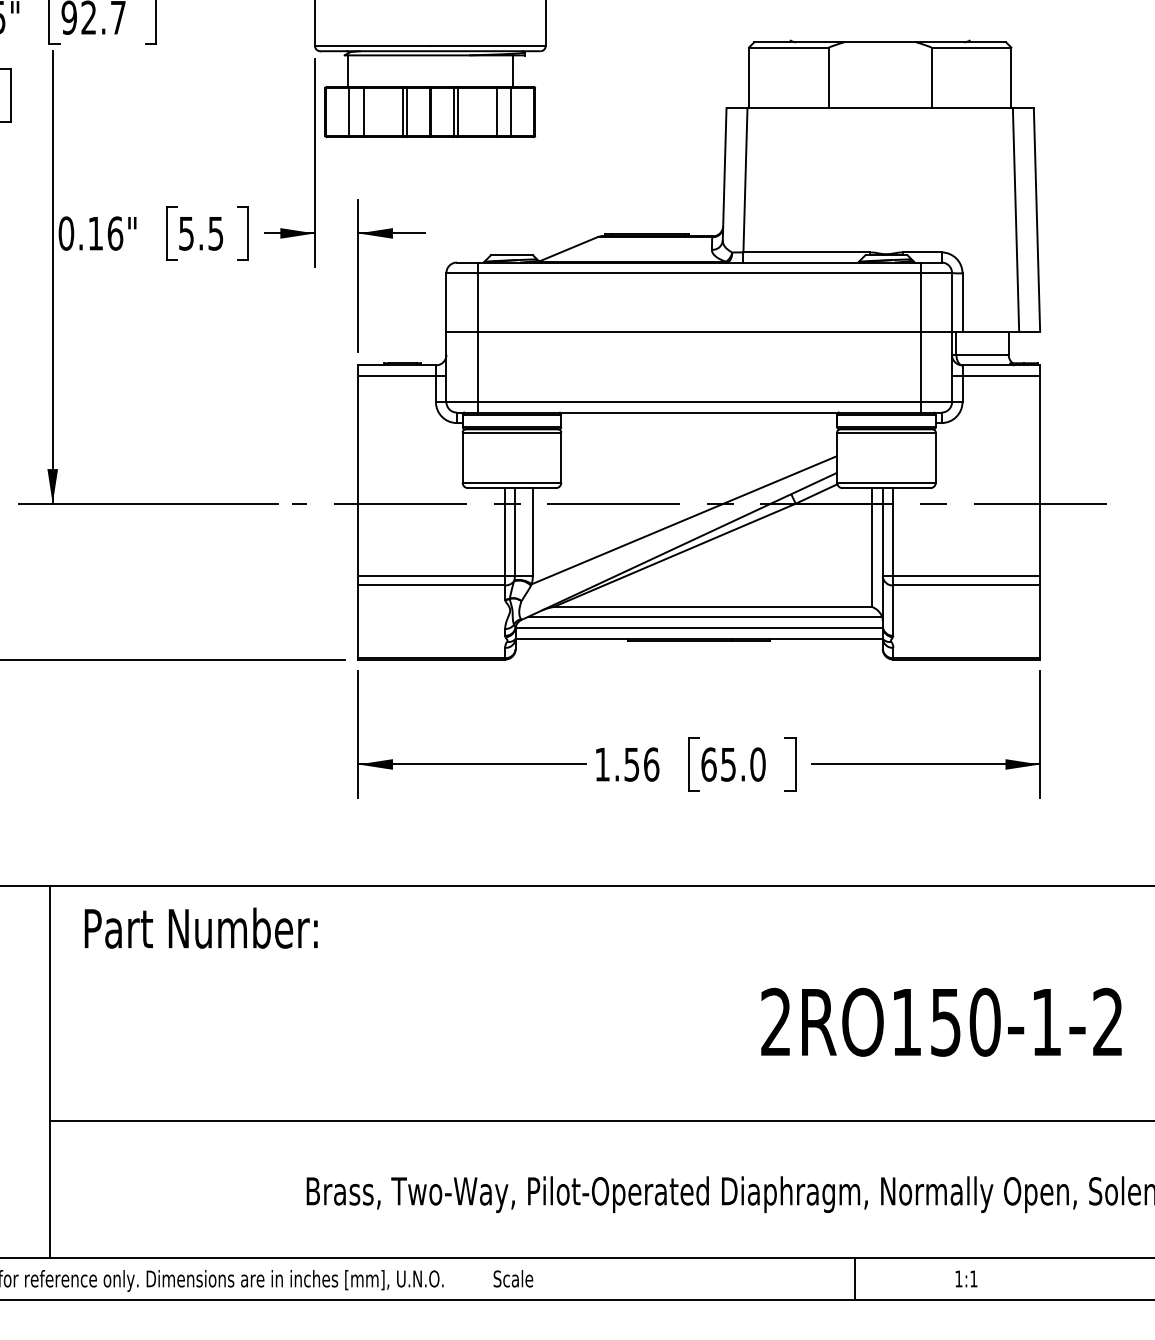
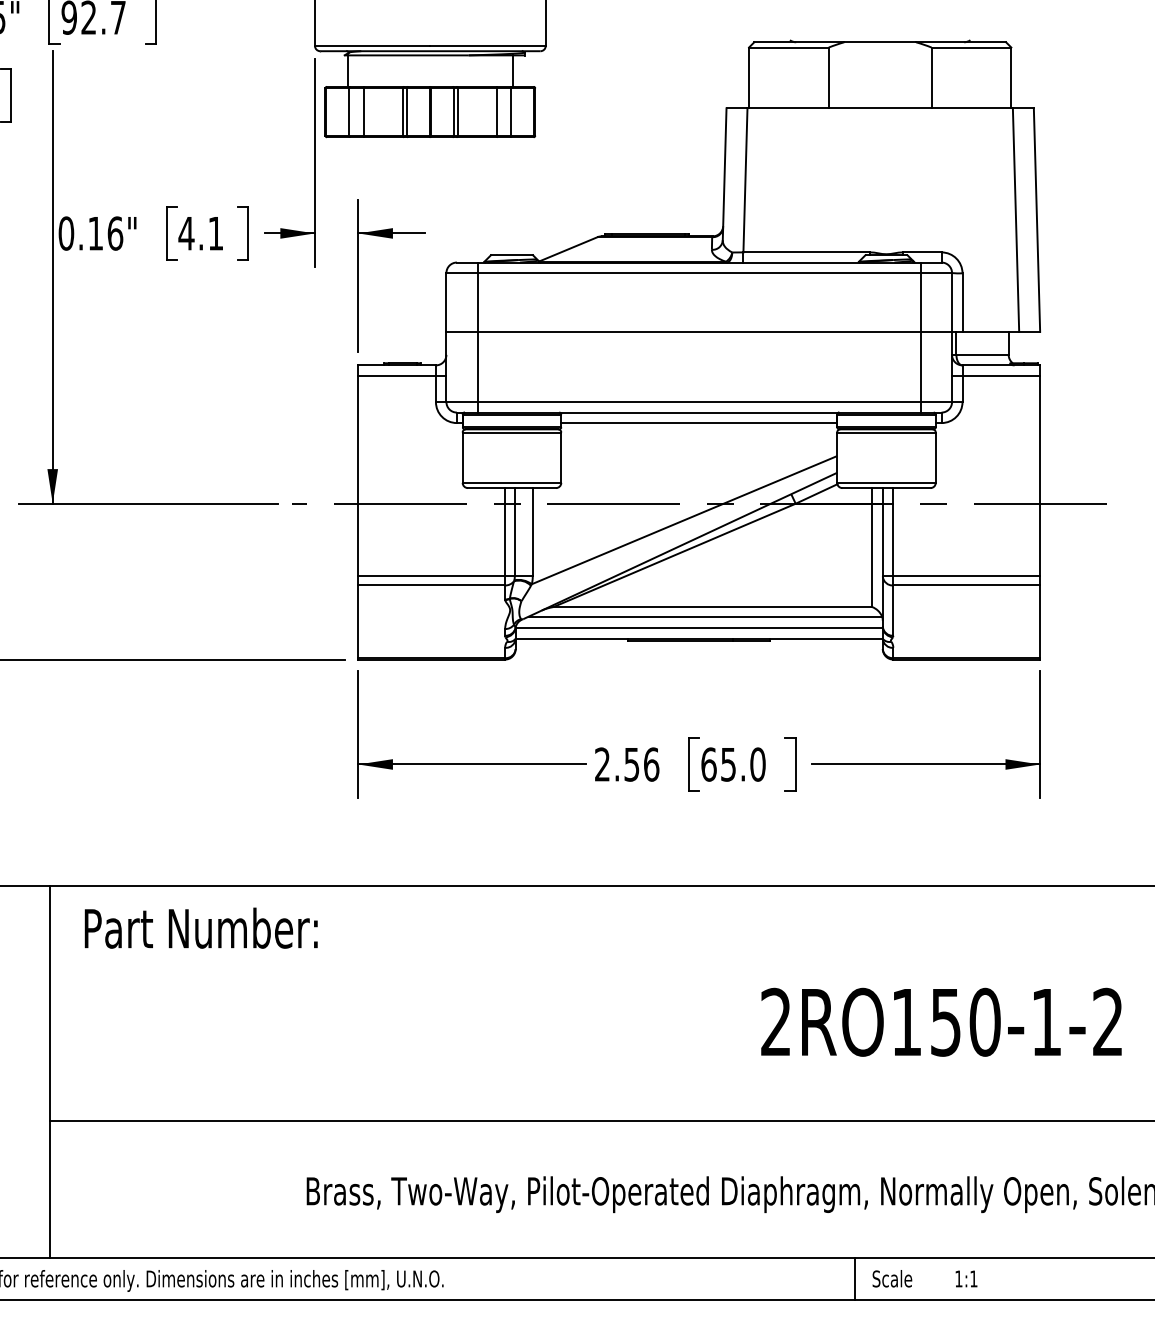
text at (200, 233): 5.5 -> 4.1
line at (699, 423): none -> present
text at (602, 764): 1.56 -> 2.56
text at (513, 1278) position: (513, 1278) -> (892, 1278)
